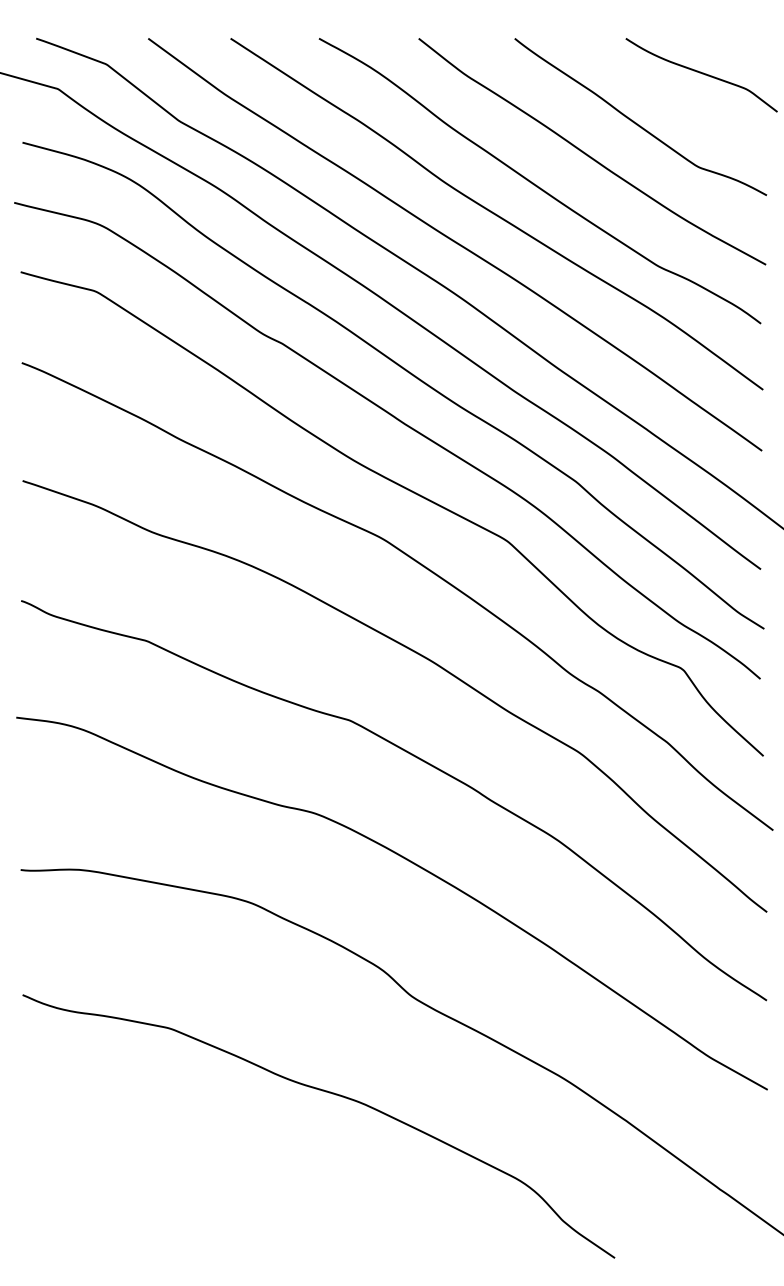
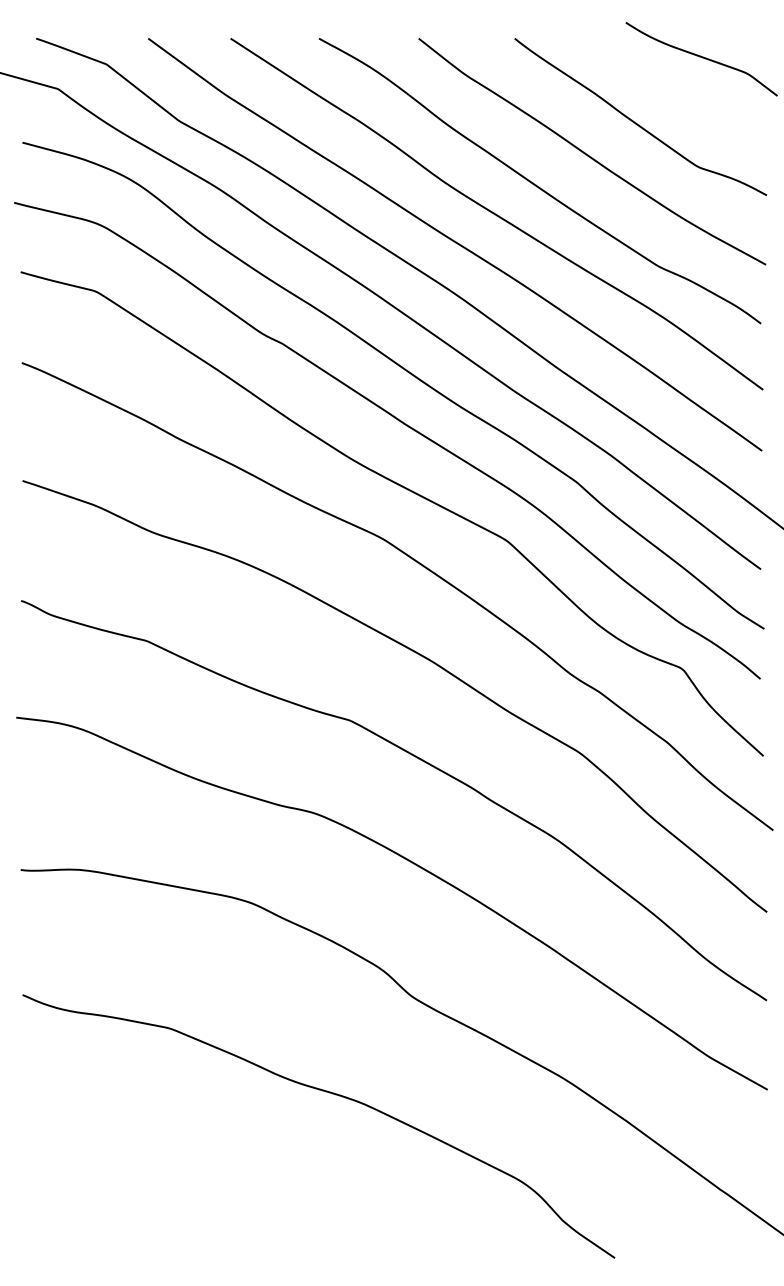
curve at (702, 74) position: (702, 74) -> (702, 58)
